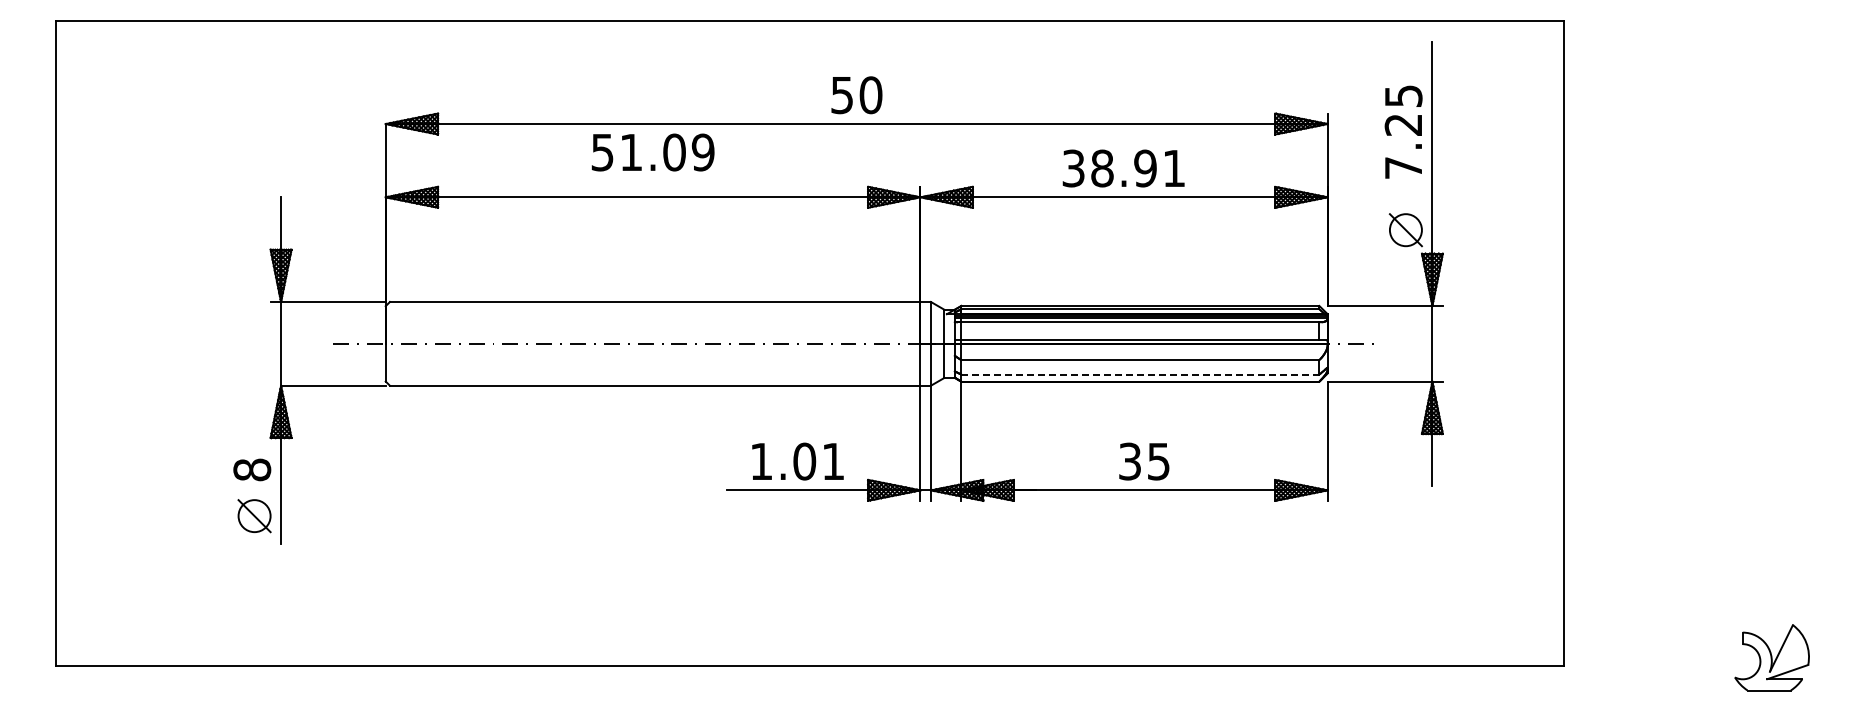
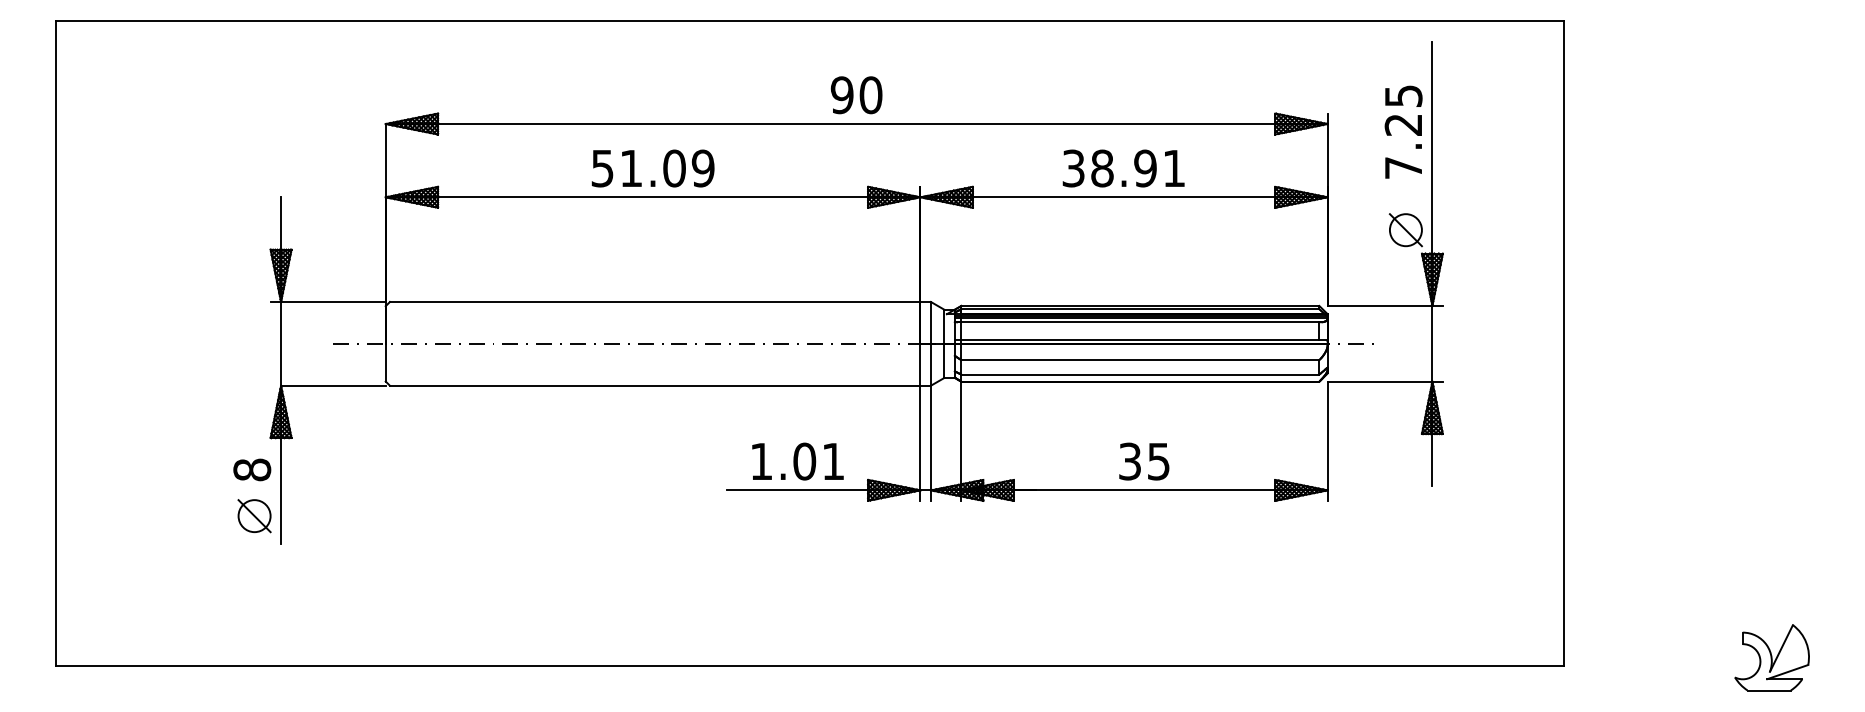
text at (841, 95): 50 -> 90
text at (652, 152) position: (652, 152) -> (652, 168)
line at (1140, 374): dashed -> solid
